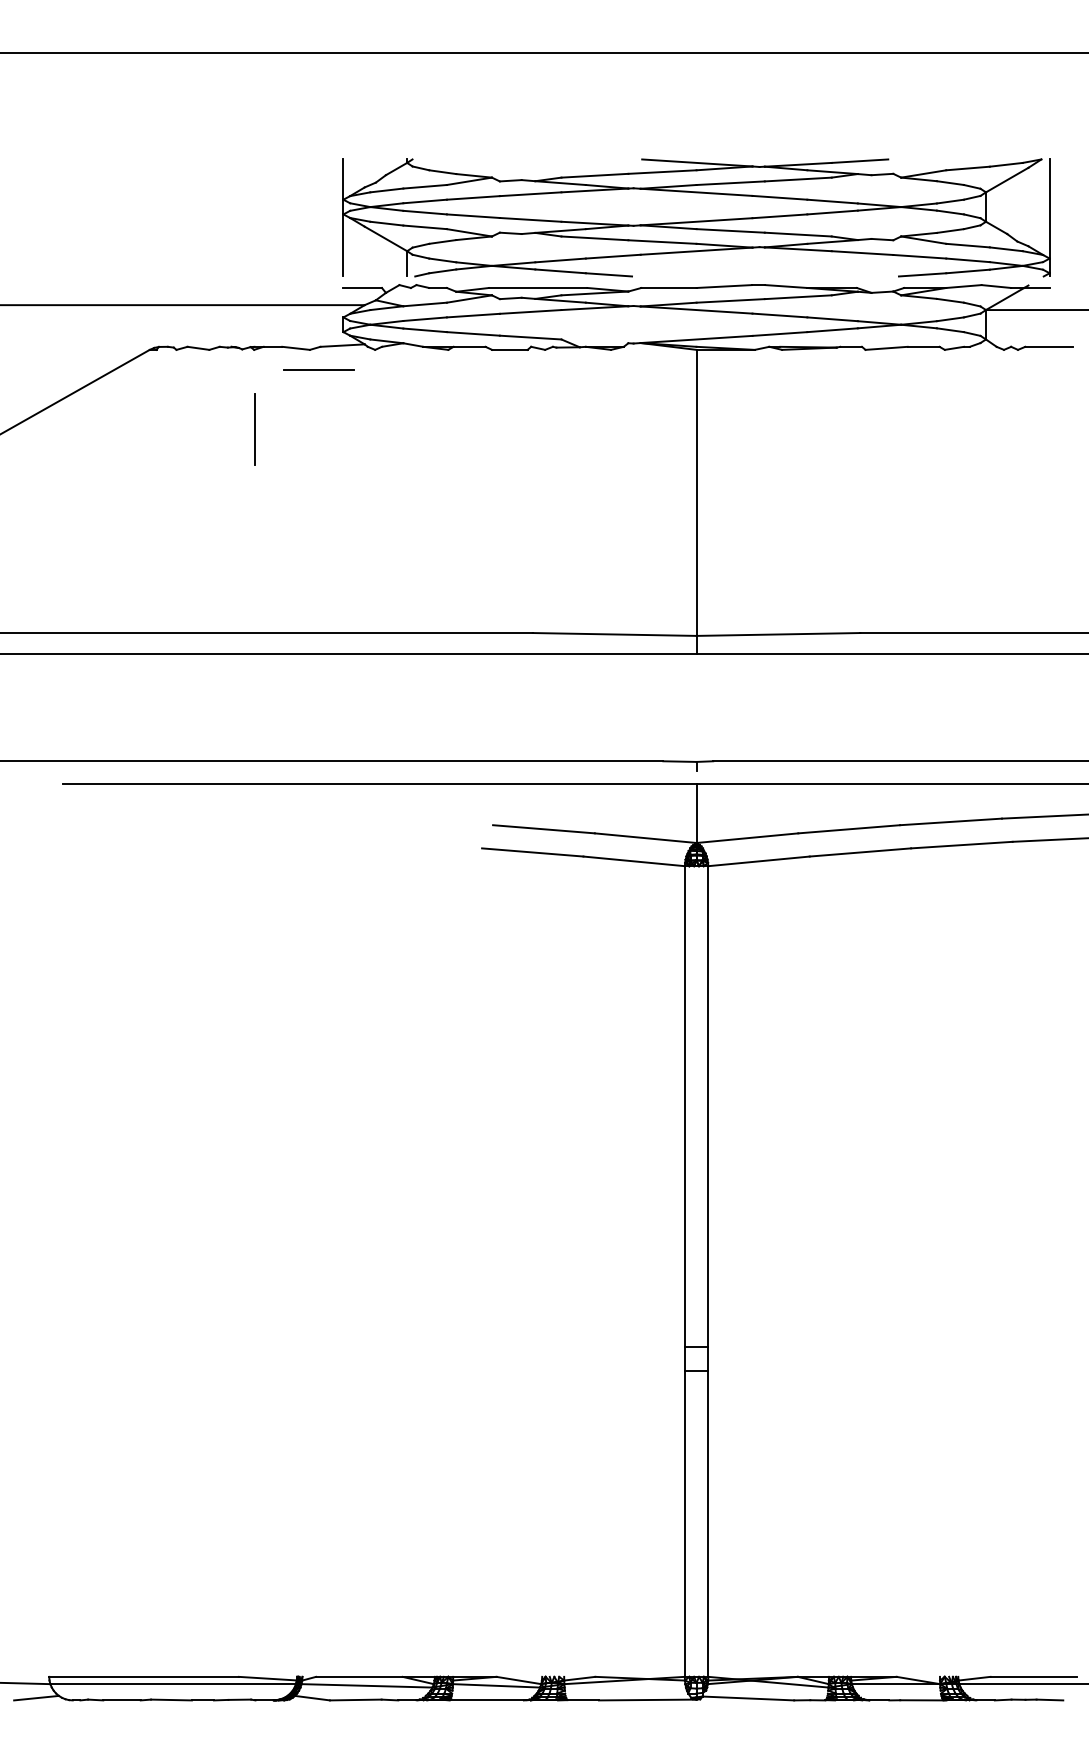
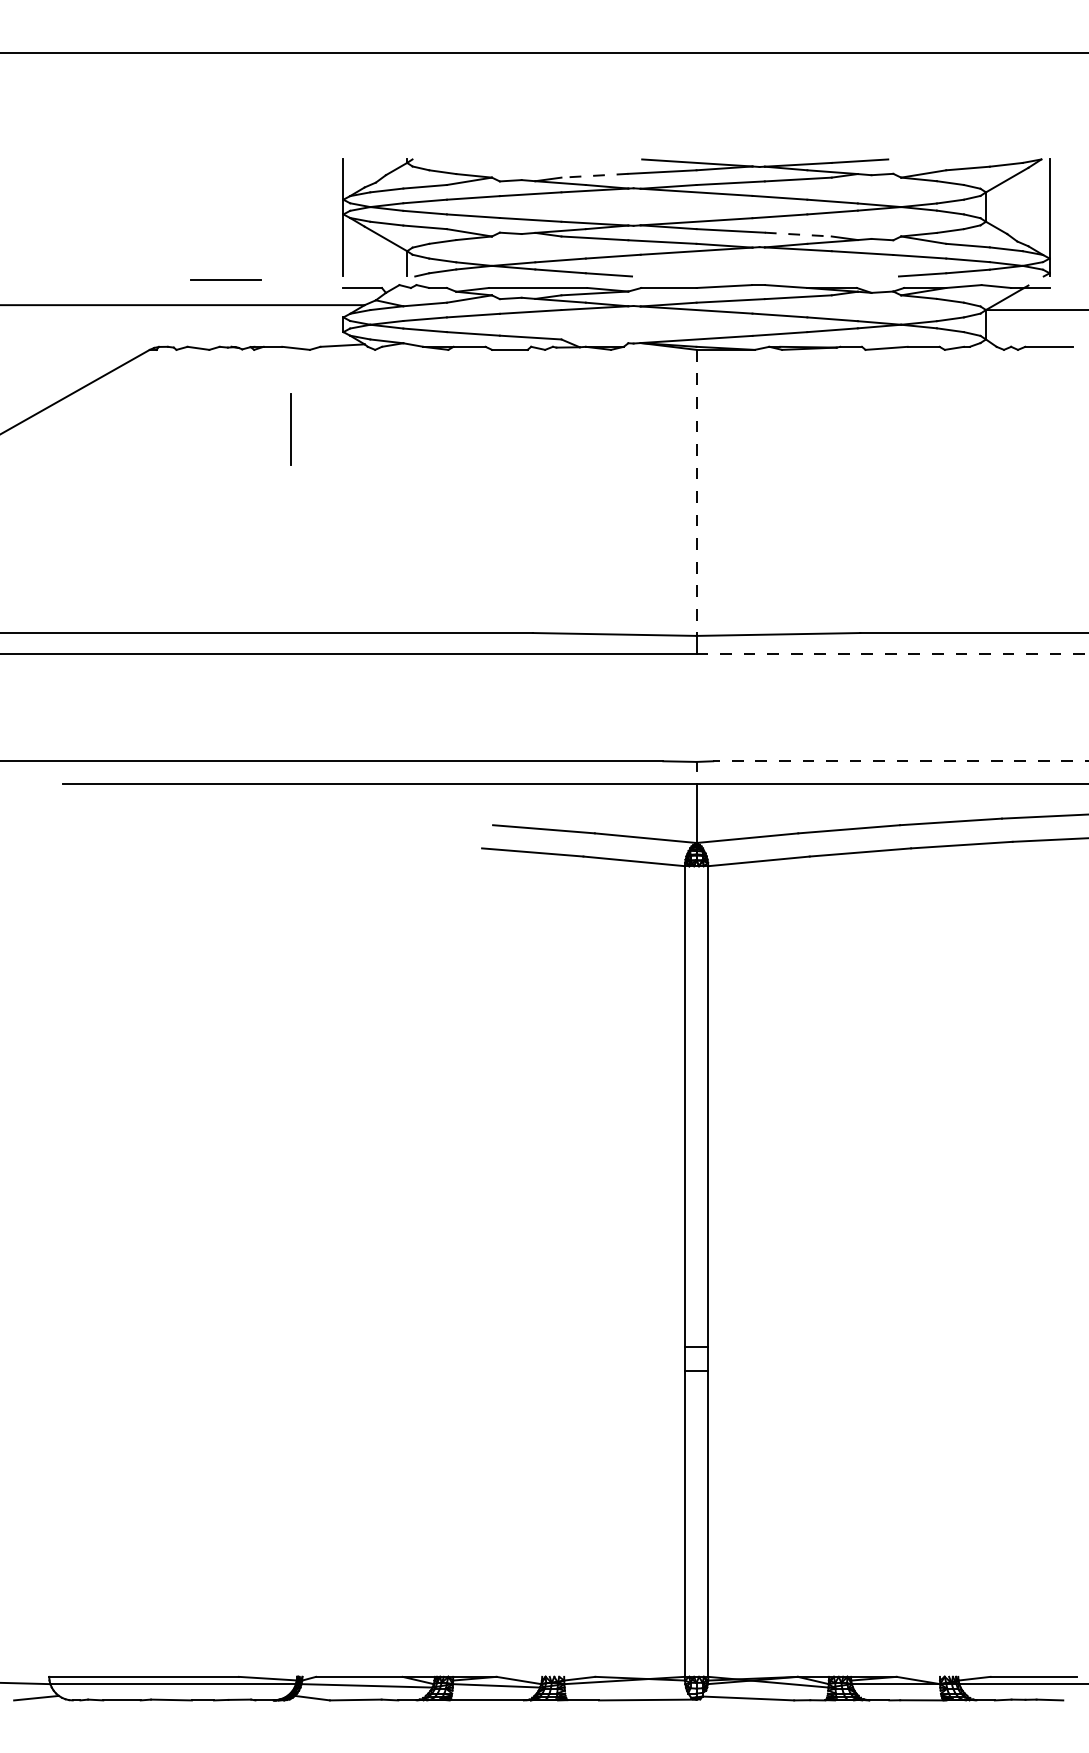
line at (594, 175): solid -> dashed
line at (798, 234): solid -> dashed
line at (318, 369) position: (318, 369) -> (225, 279)
line at (254, 429) position: (254, 429) -> (290, 429)
line at (696, 493): solid -> dashed
line at (892, 653): solid -> dashed
line at (900, 761): solid -> dashed
